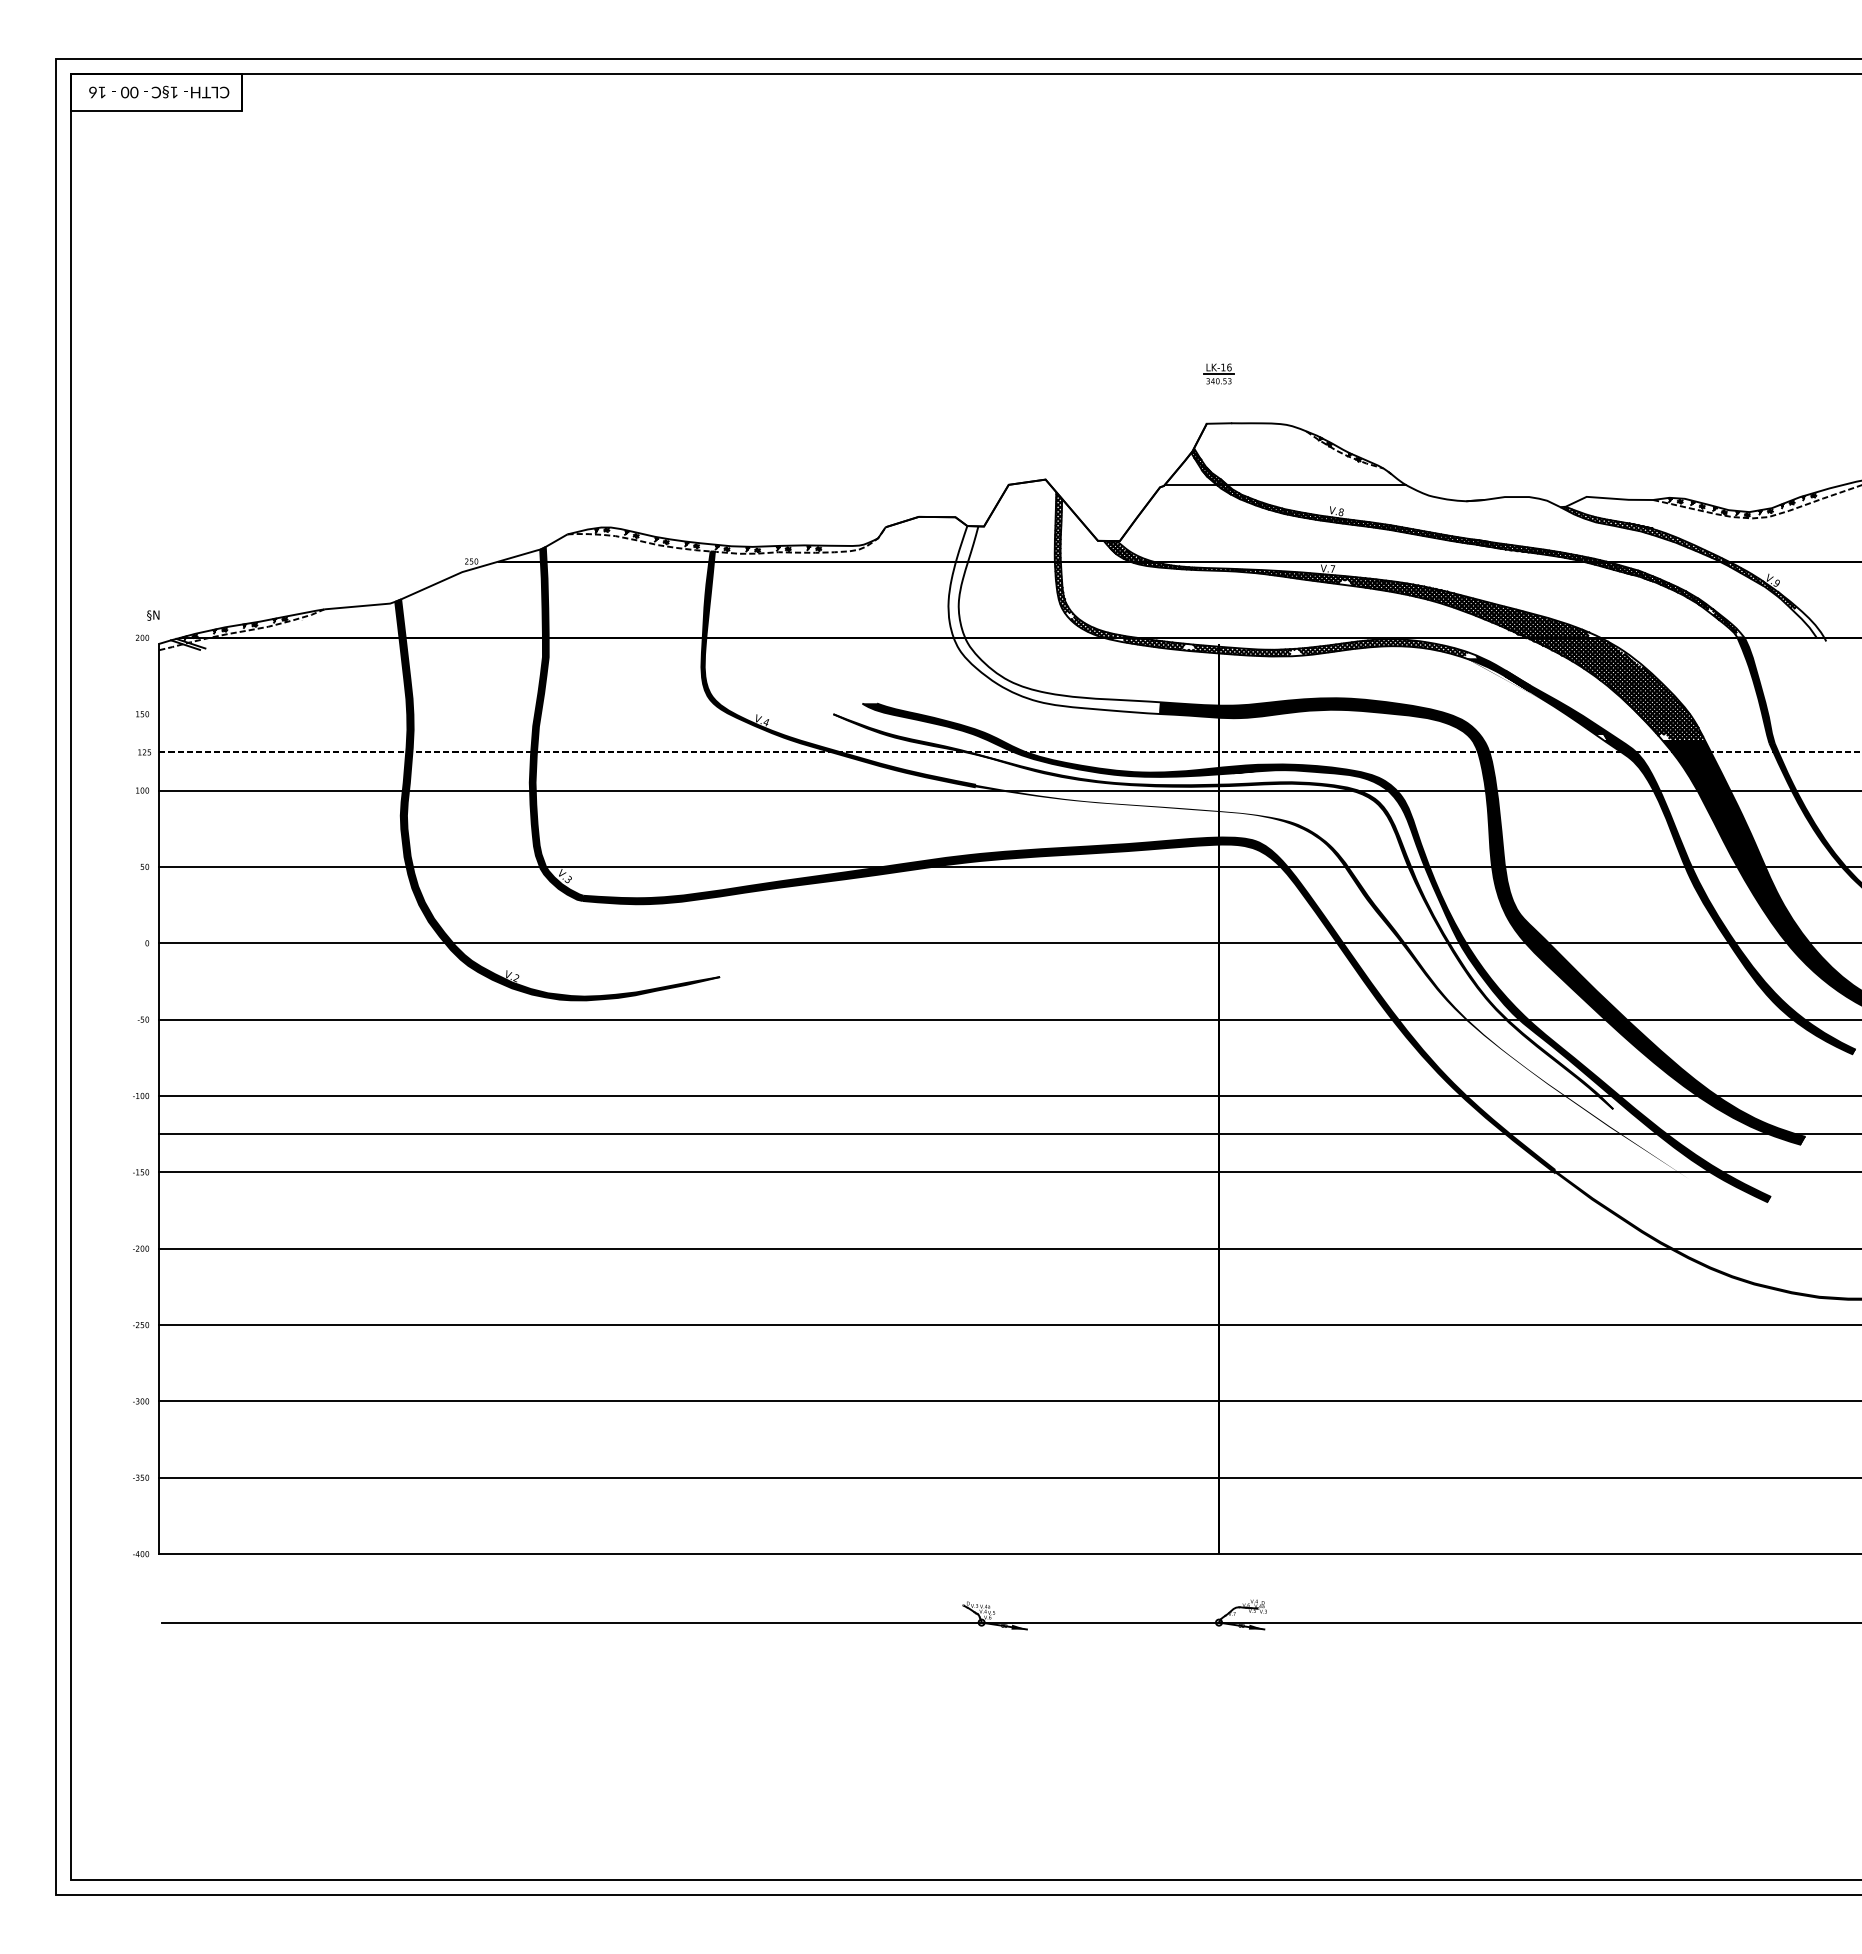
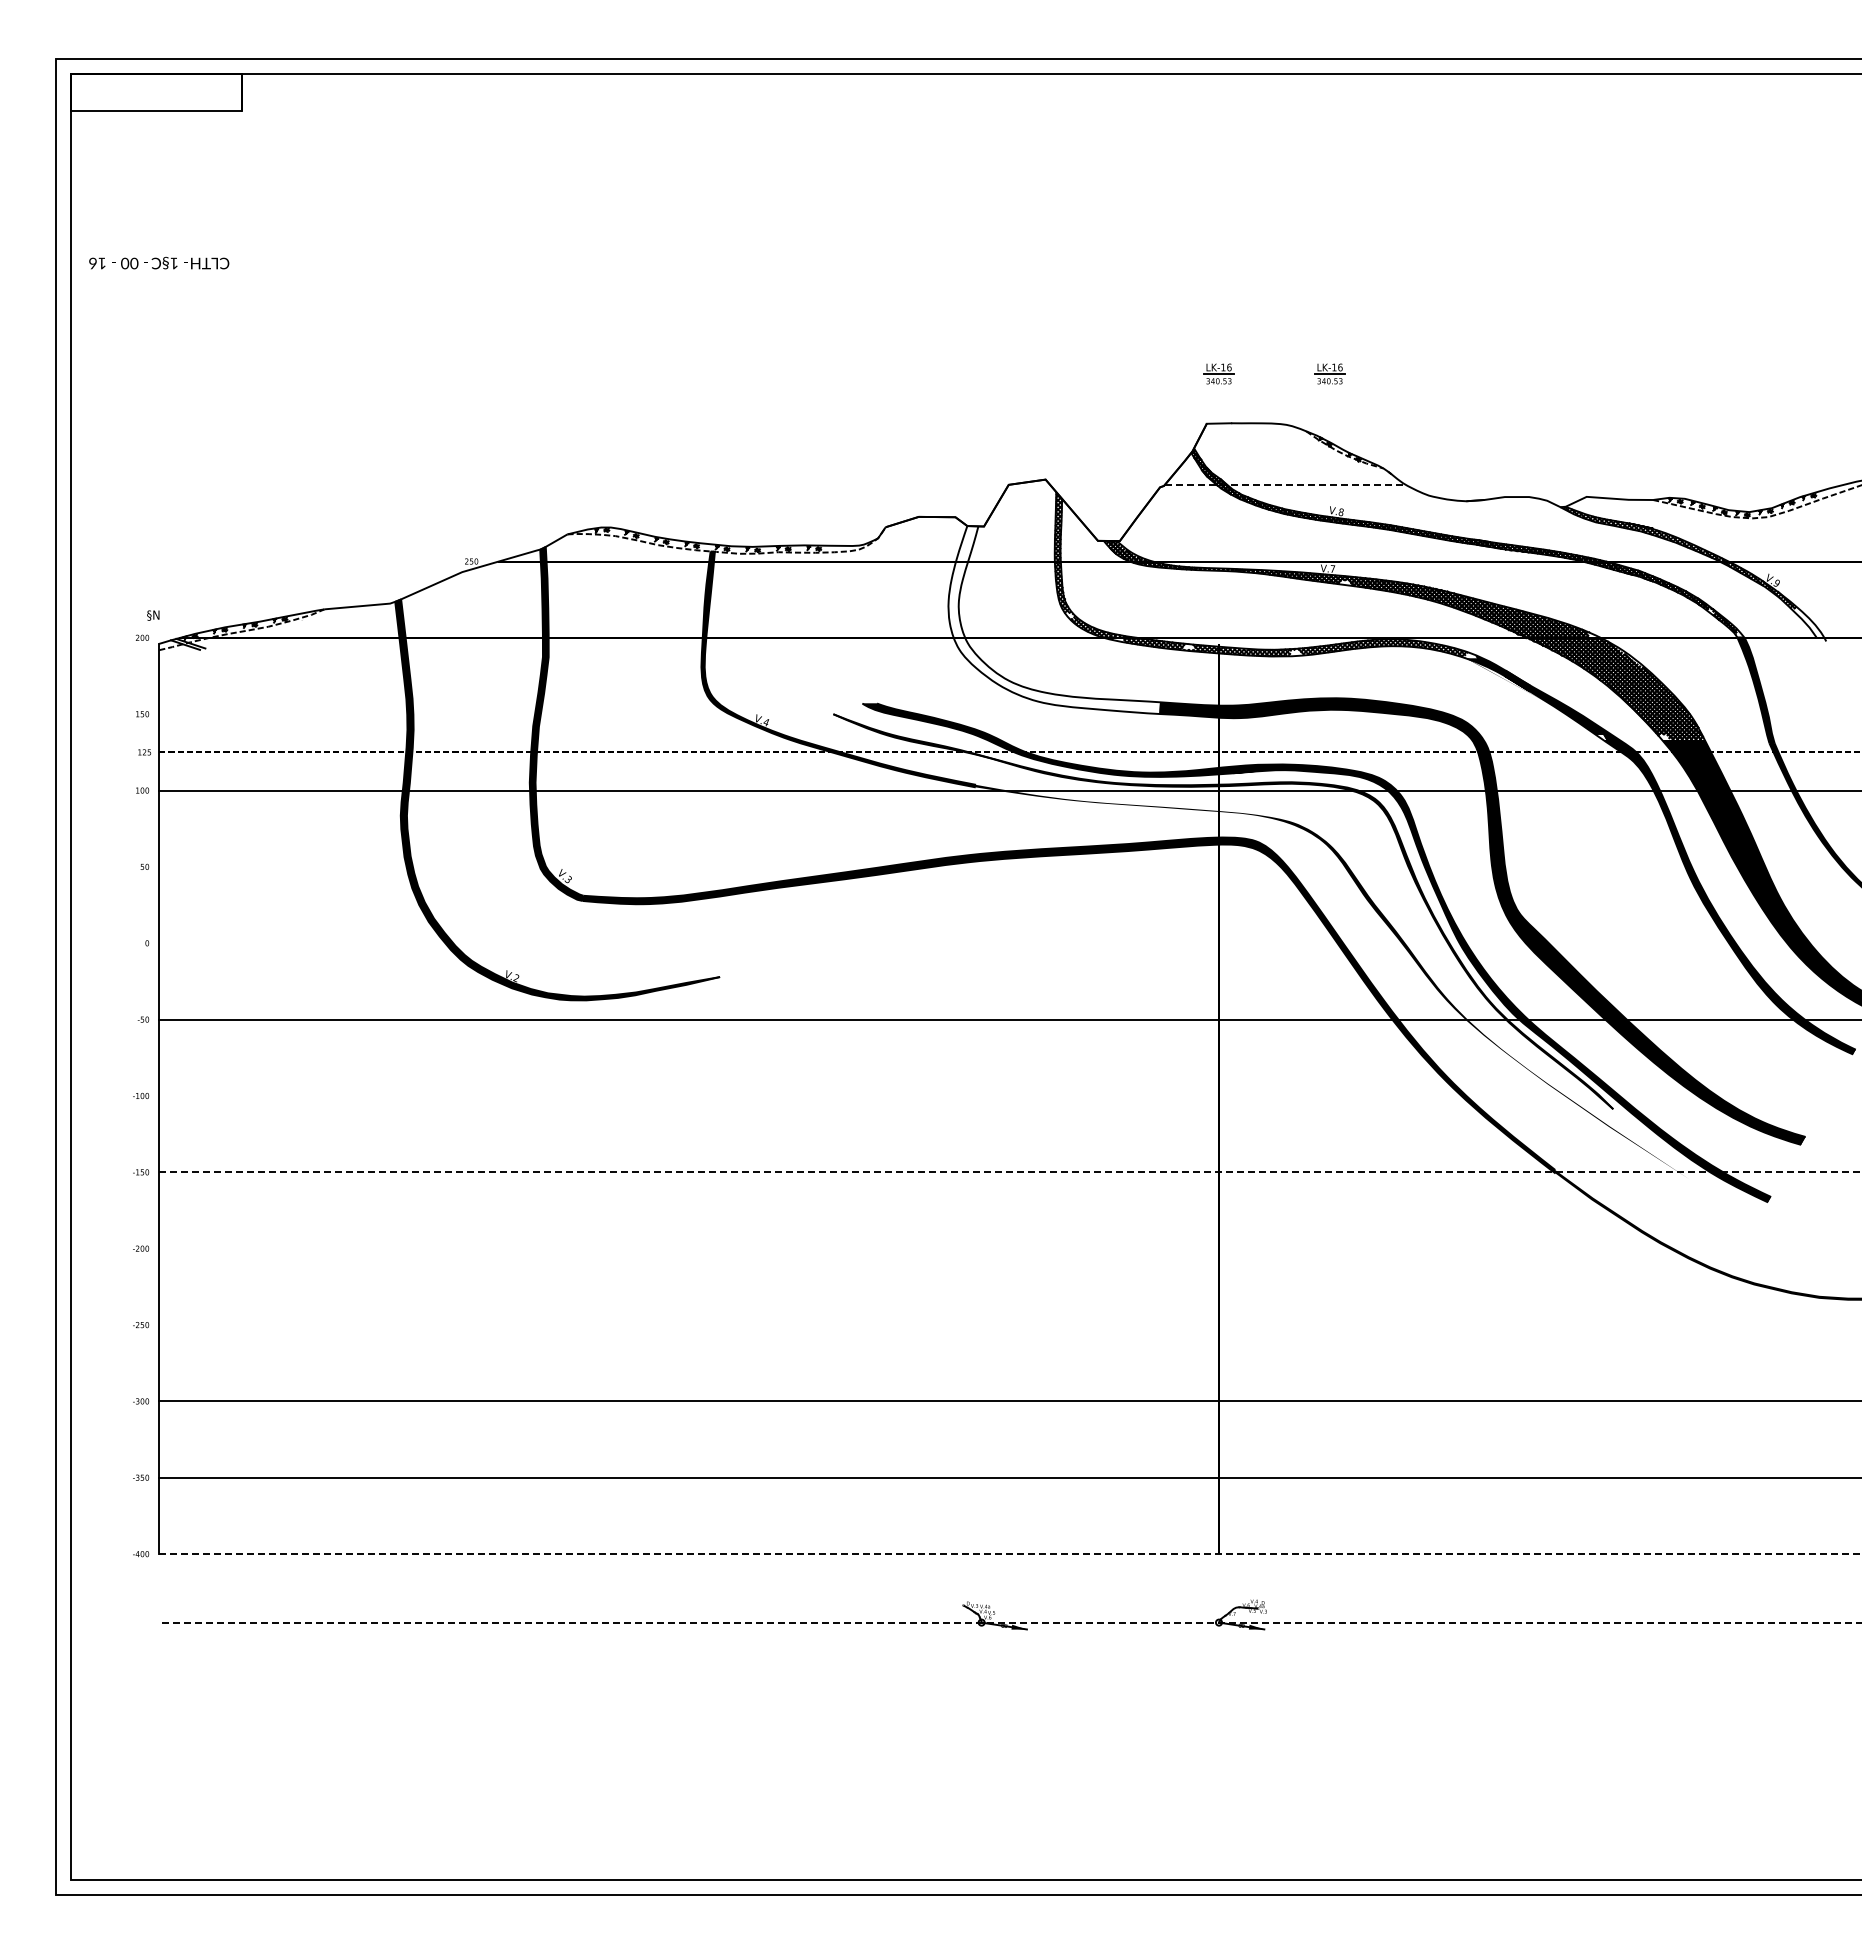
text at (159, 91) position: (159, 91) -> (159, 262)
part at (1329, 373): none -> present
line at (1285, 485): solid -> dashed
line at (1008, 866): present -> none
line at (1008, 943): present -> none
line at (1008, 1096): present -> none
line at (1008, 1134): present -> none
line at (1010, 1172): solid -> dashed
line at (1008, 1248): present -> none
line at (1008, 1325): present -> none
line at (1010, 1554): solid -> dashed
line at (1012, 1622): solid -> dashed
